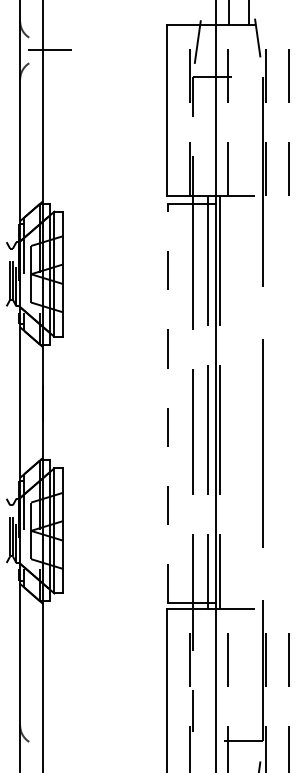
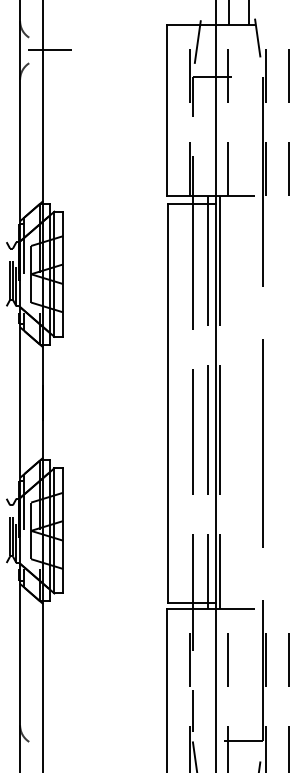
line at (168, 403): dashed -> solid
line at (194, 755): none -> present
